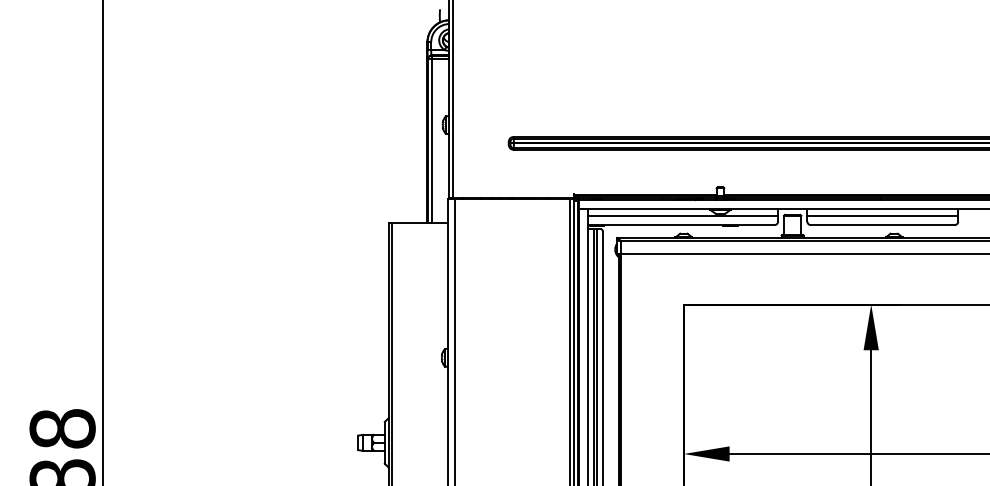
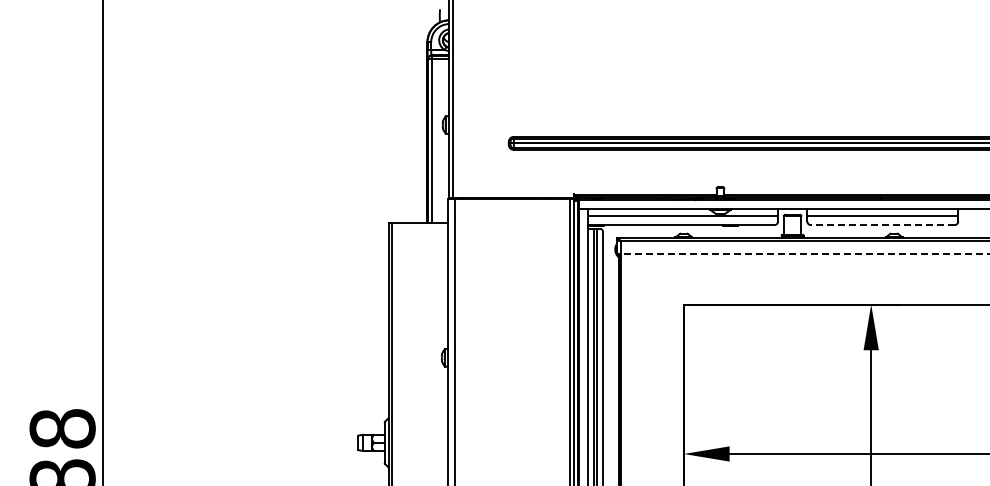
line at (882, 225): solid -> dashed
line at (804, 254): solid -> dashed
